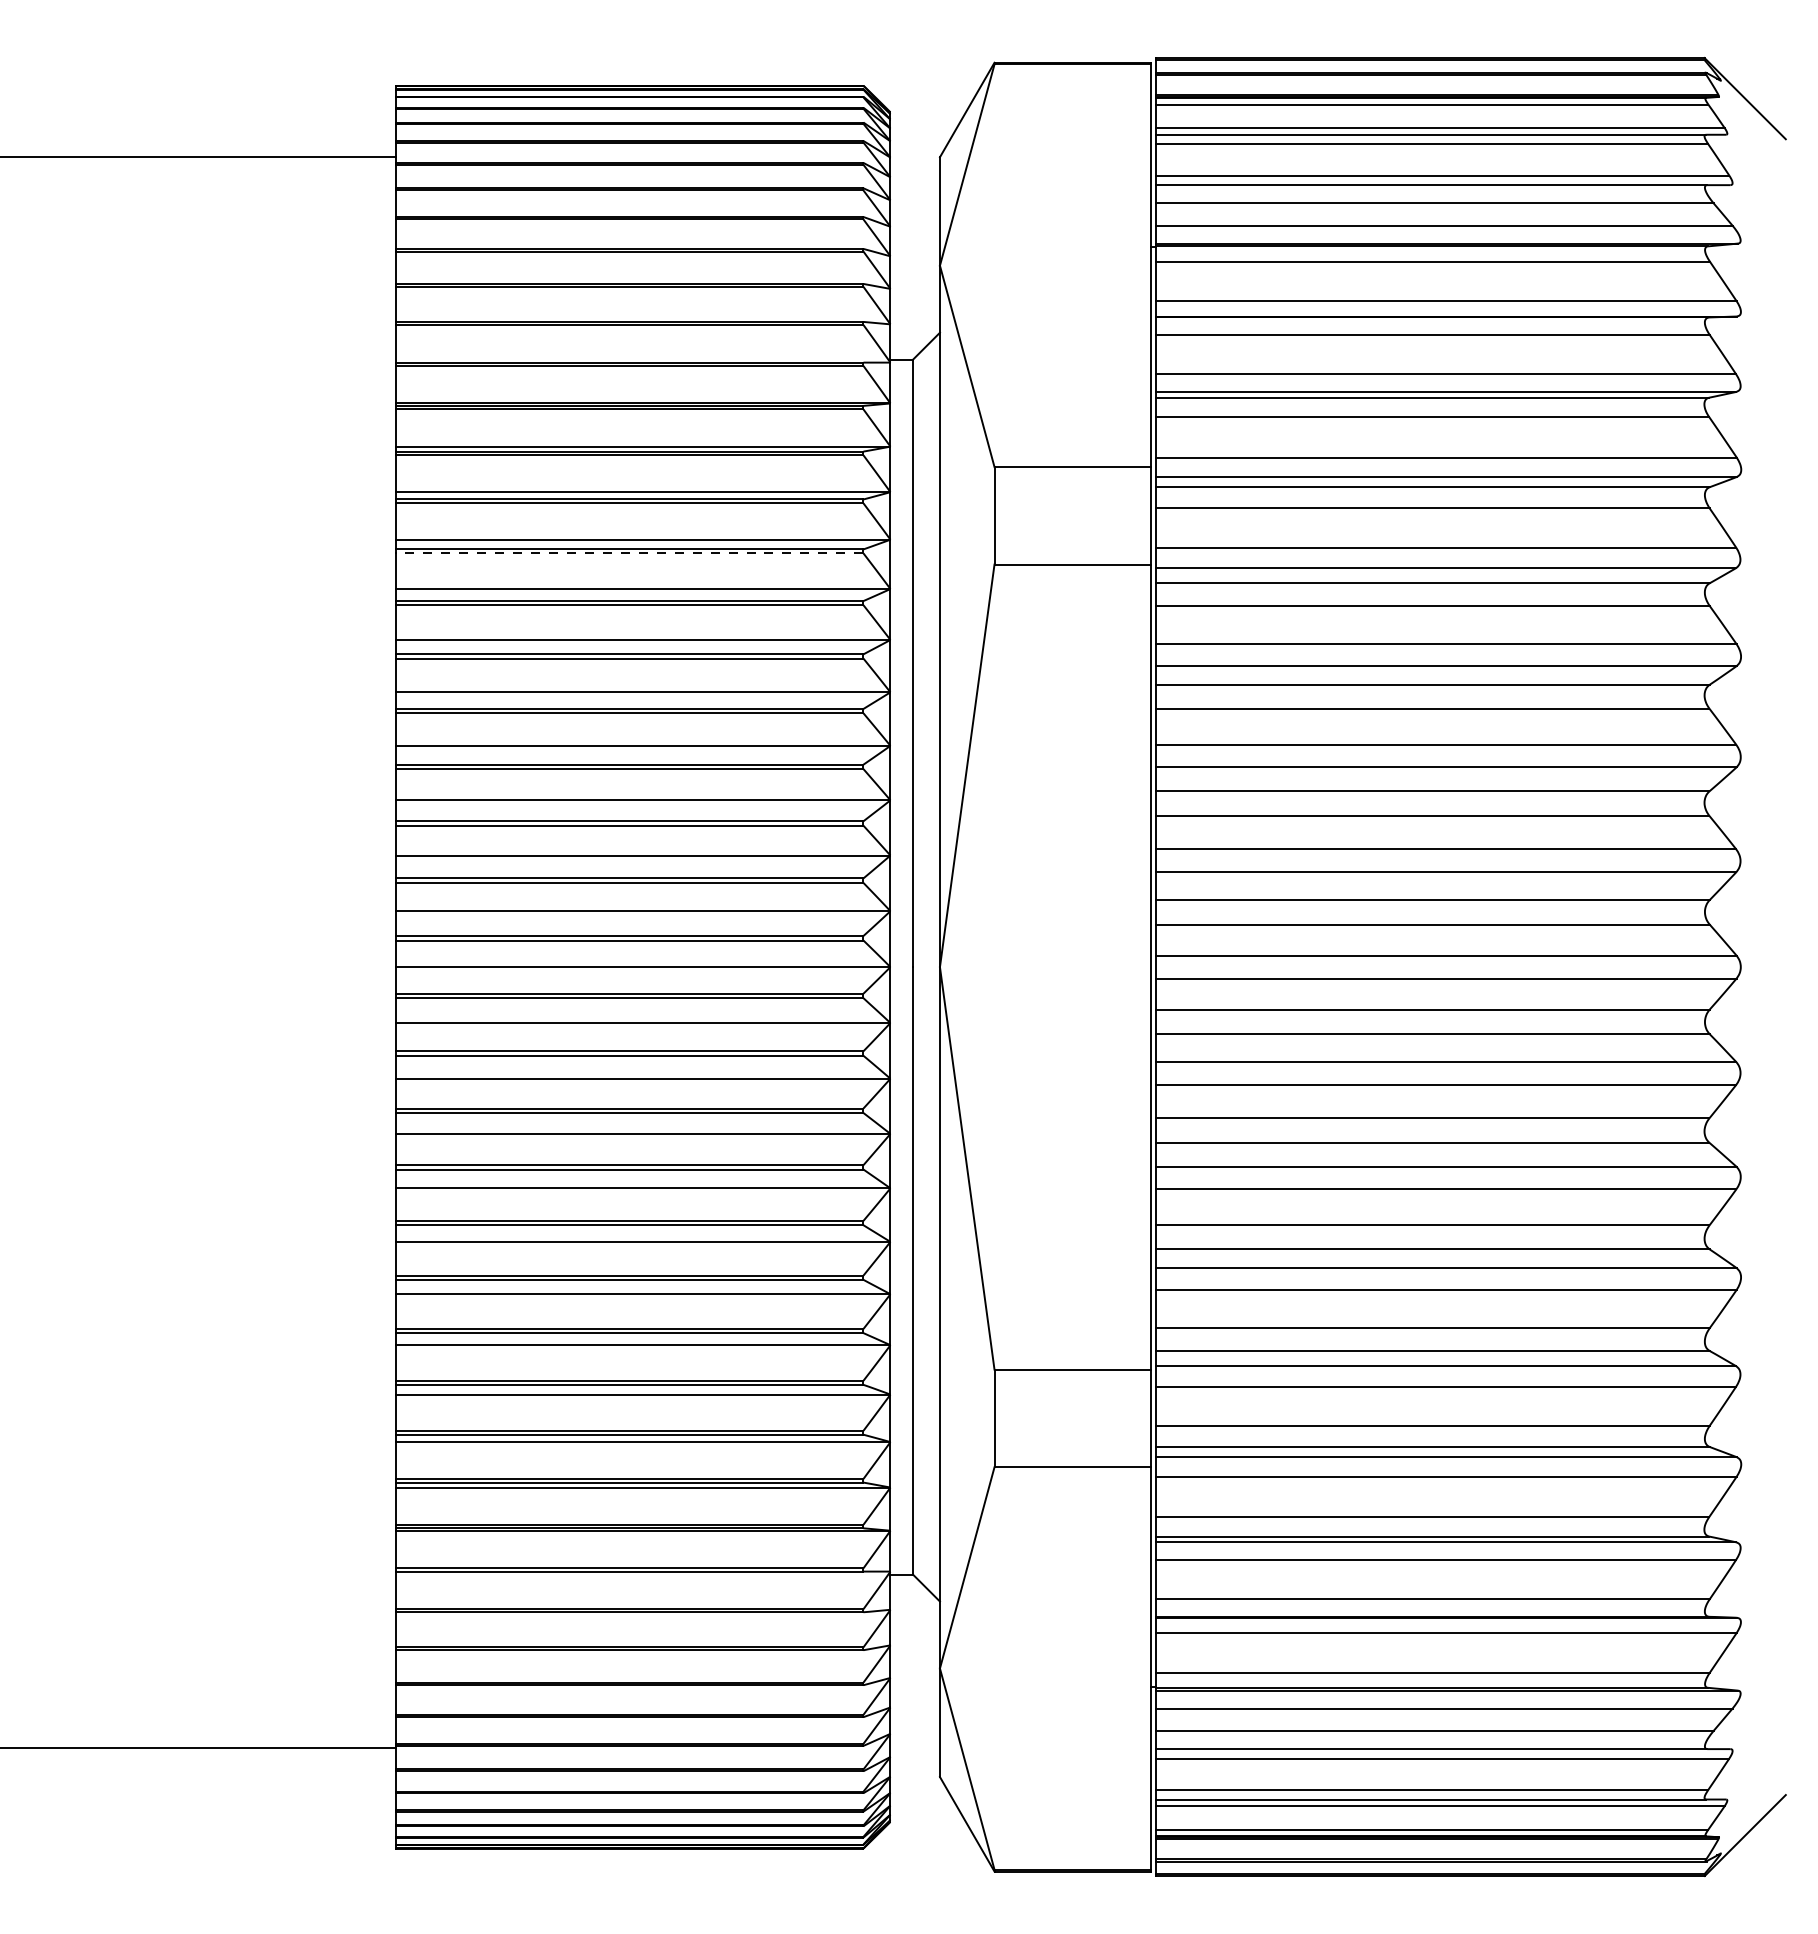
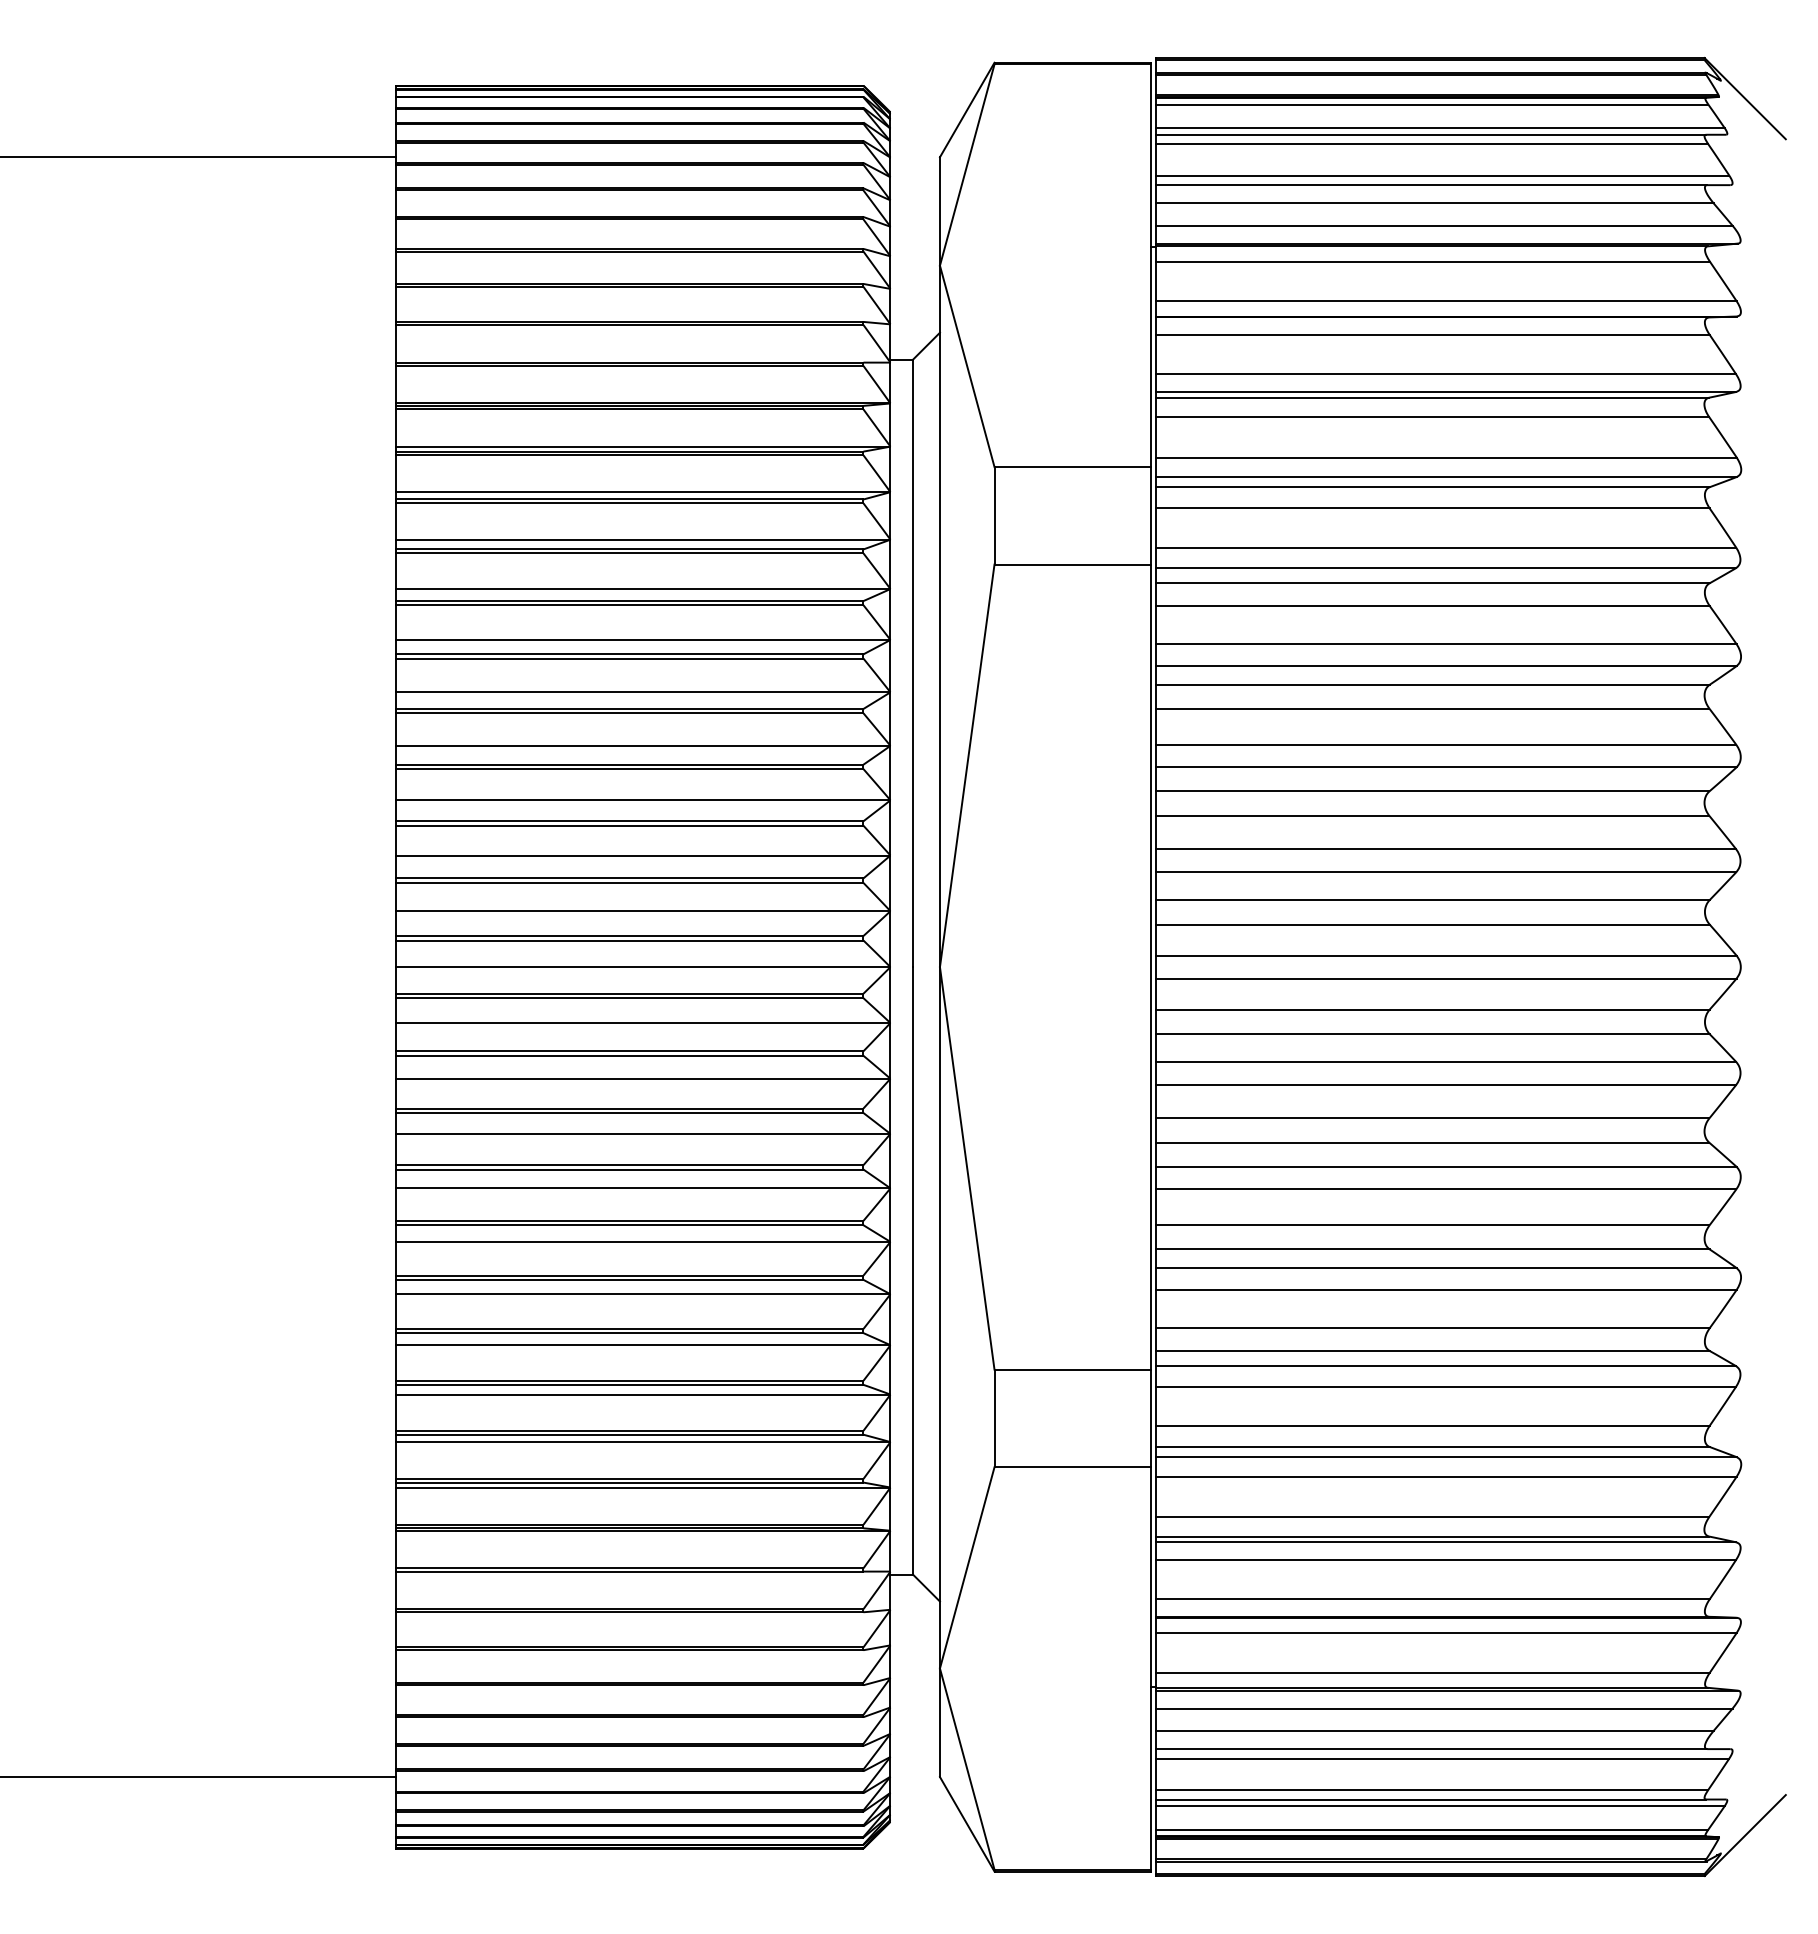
line at (629, 553): dashed -> solid
line at (198, 1748) position: (198, 1748) -> (198, 1777)
